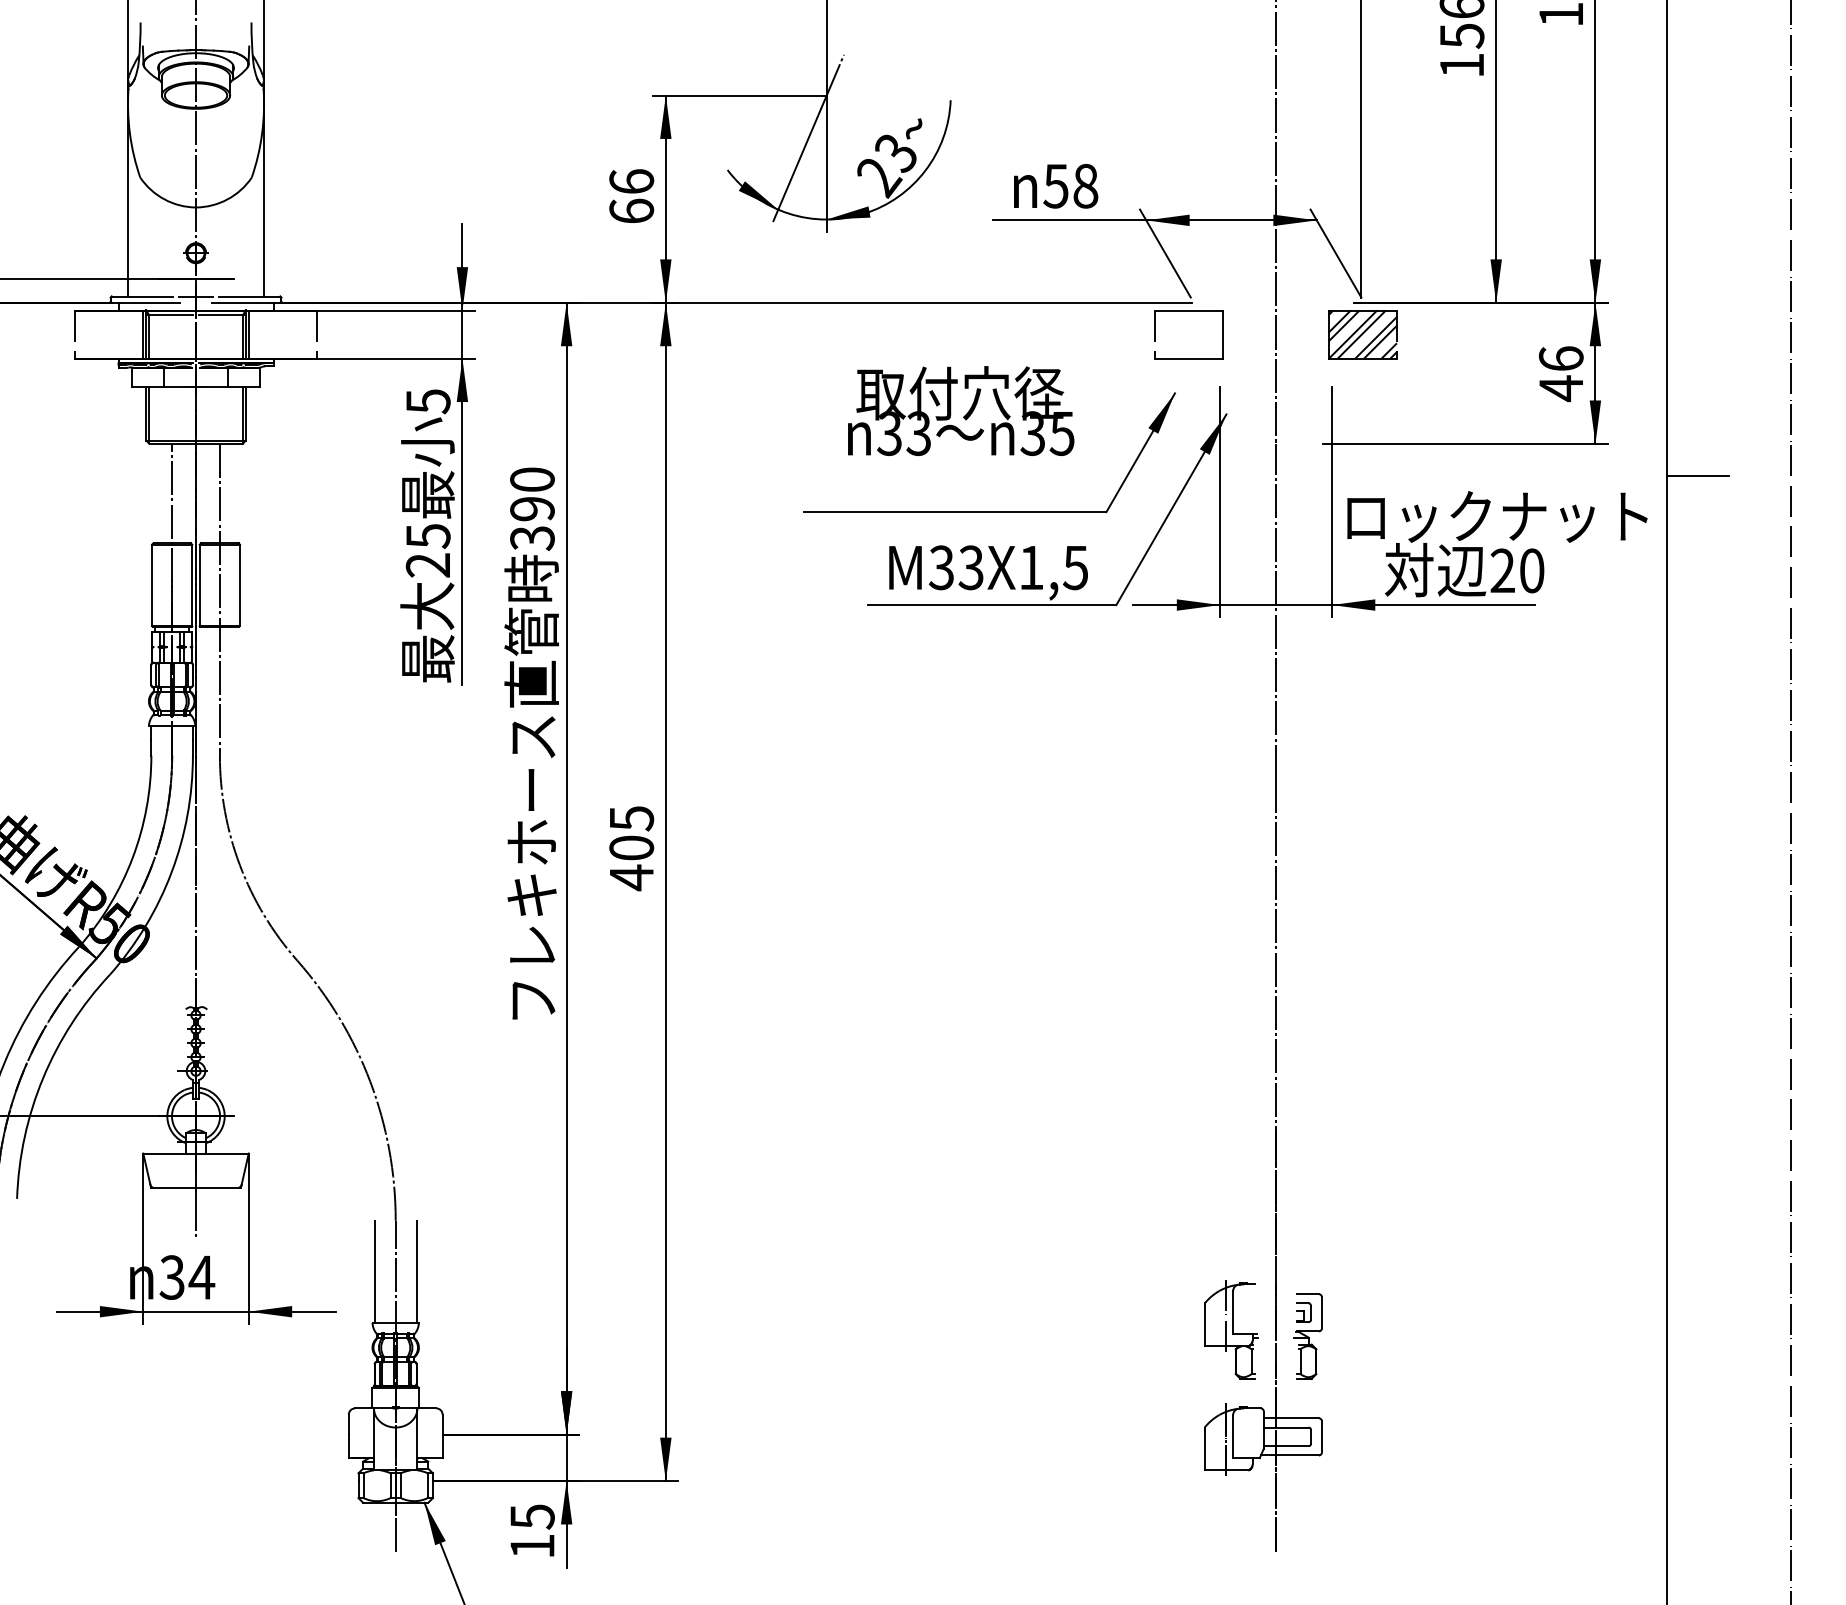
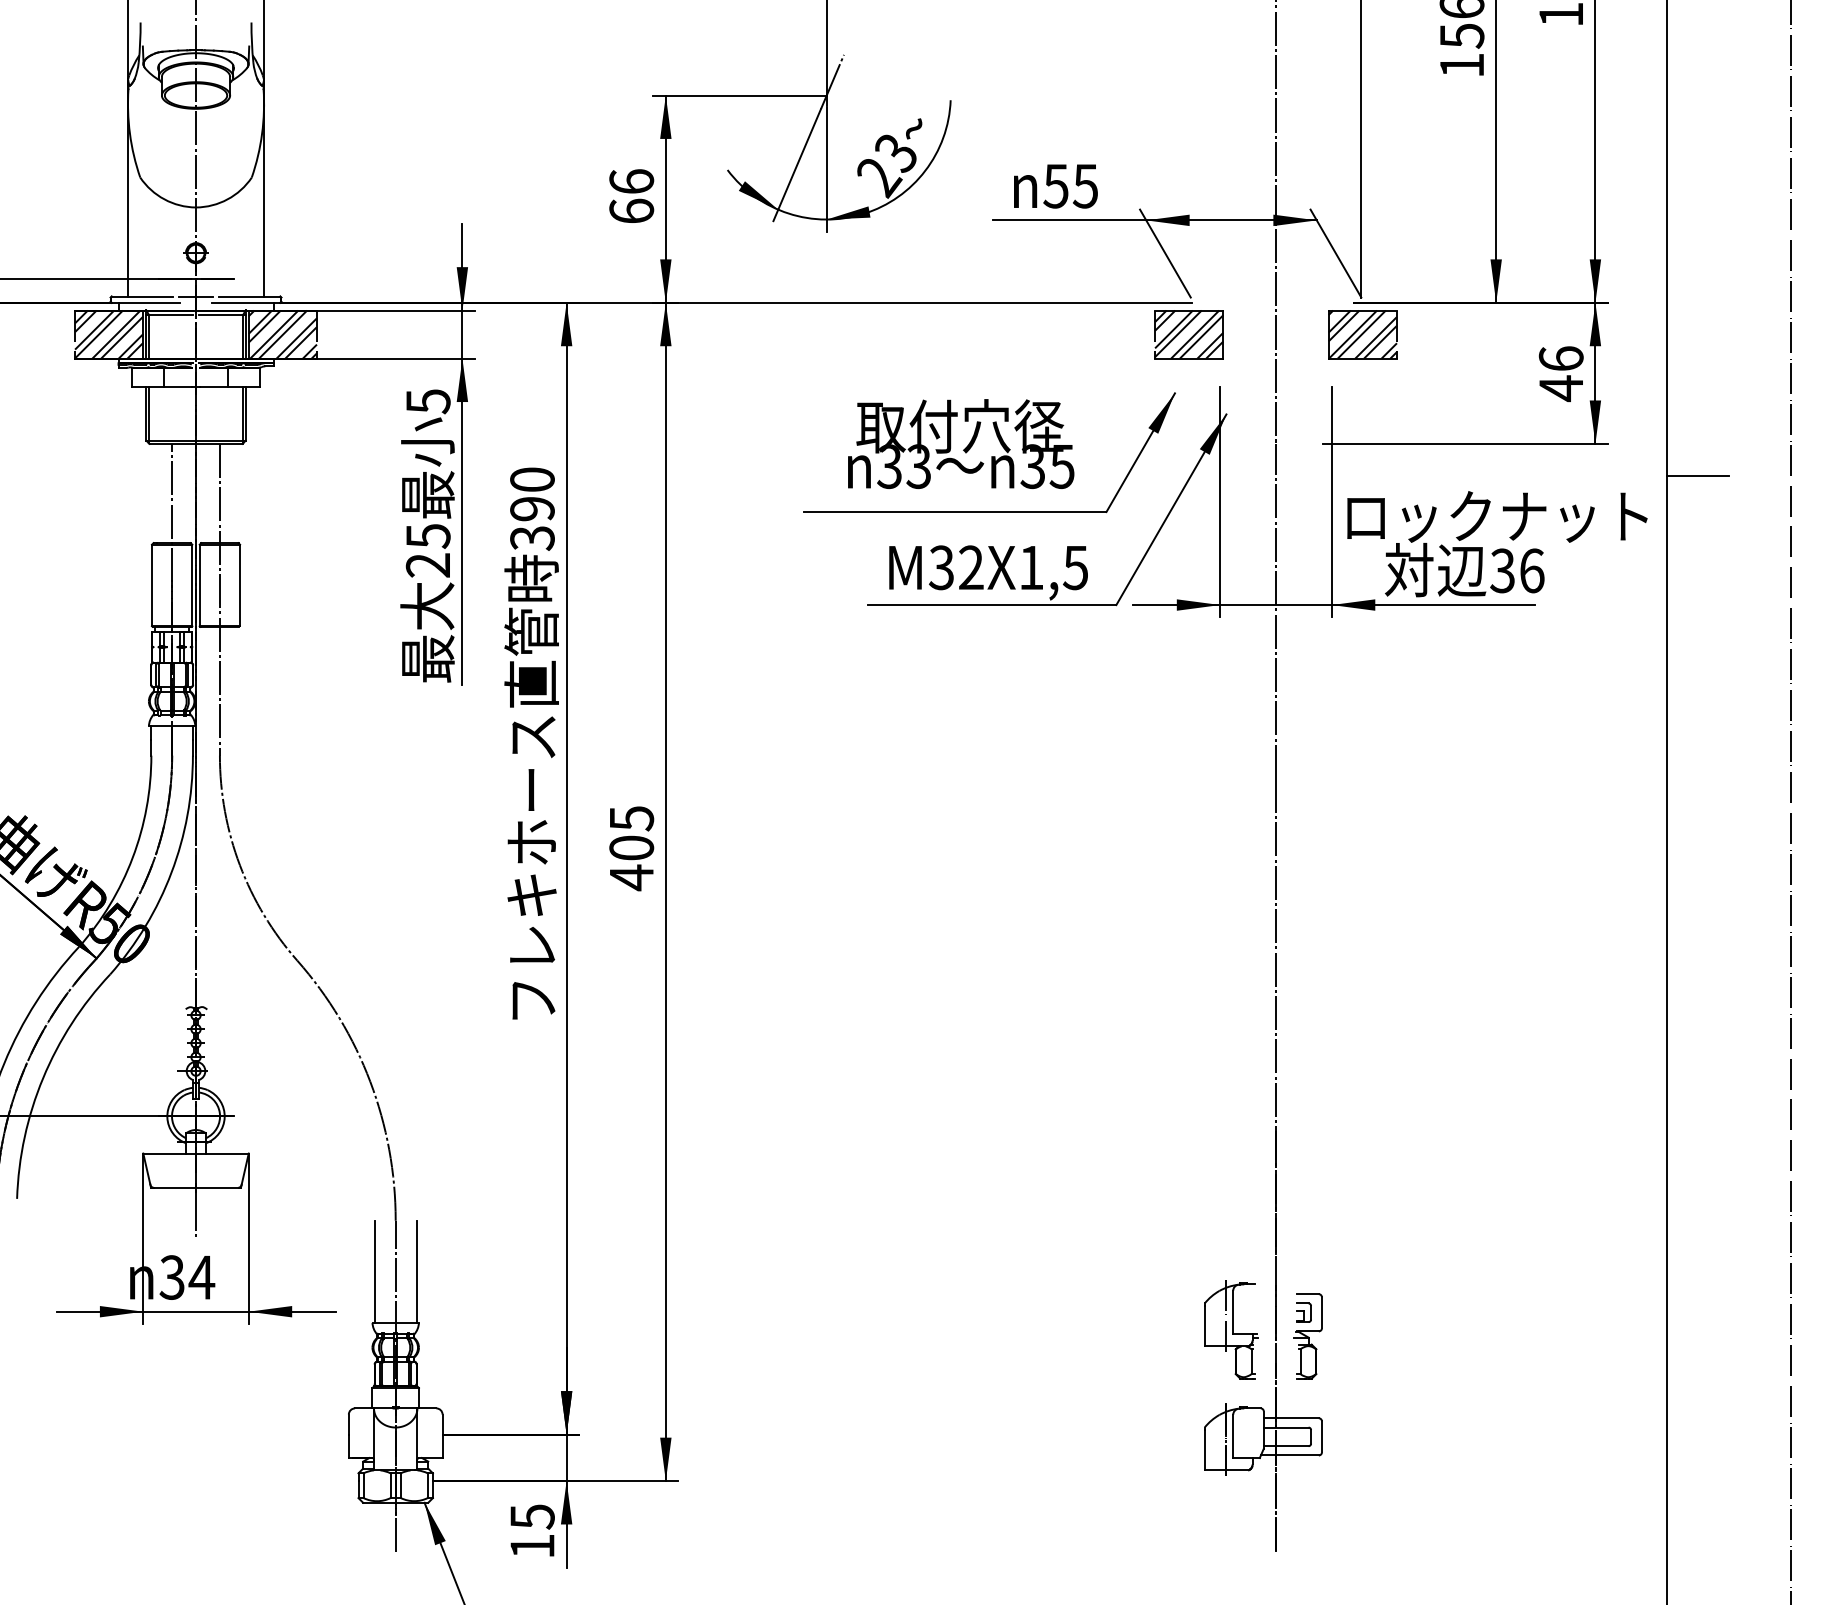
text at (1085, 186): 58 -> 55
hatch at (109, 334): none -> present
hatch at (282, 334): none -> present
hatch at (1189, 334): none -> present
text at (961, 410) position: (961, 410) -> (961, 443)
text at (970, 568): M33X1,5 -> M32X1,5
text at (1517, 570): 20 -> 36
